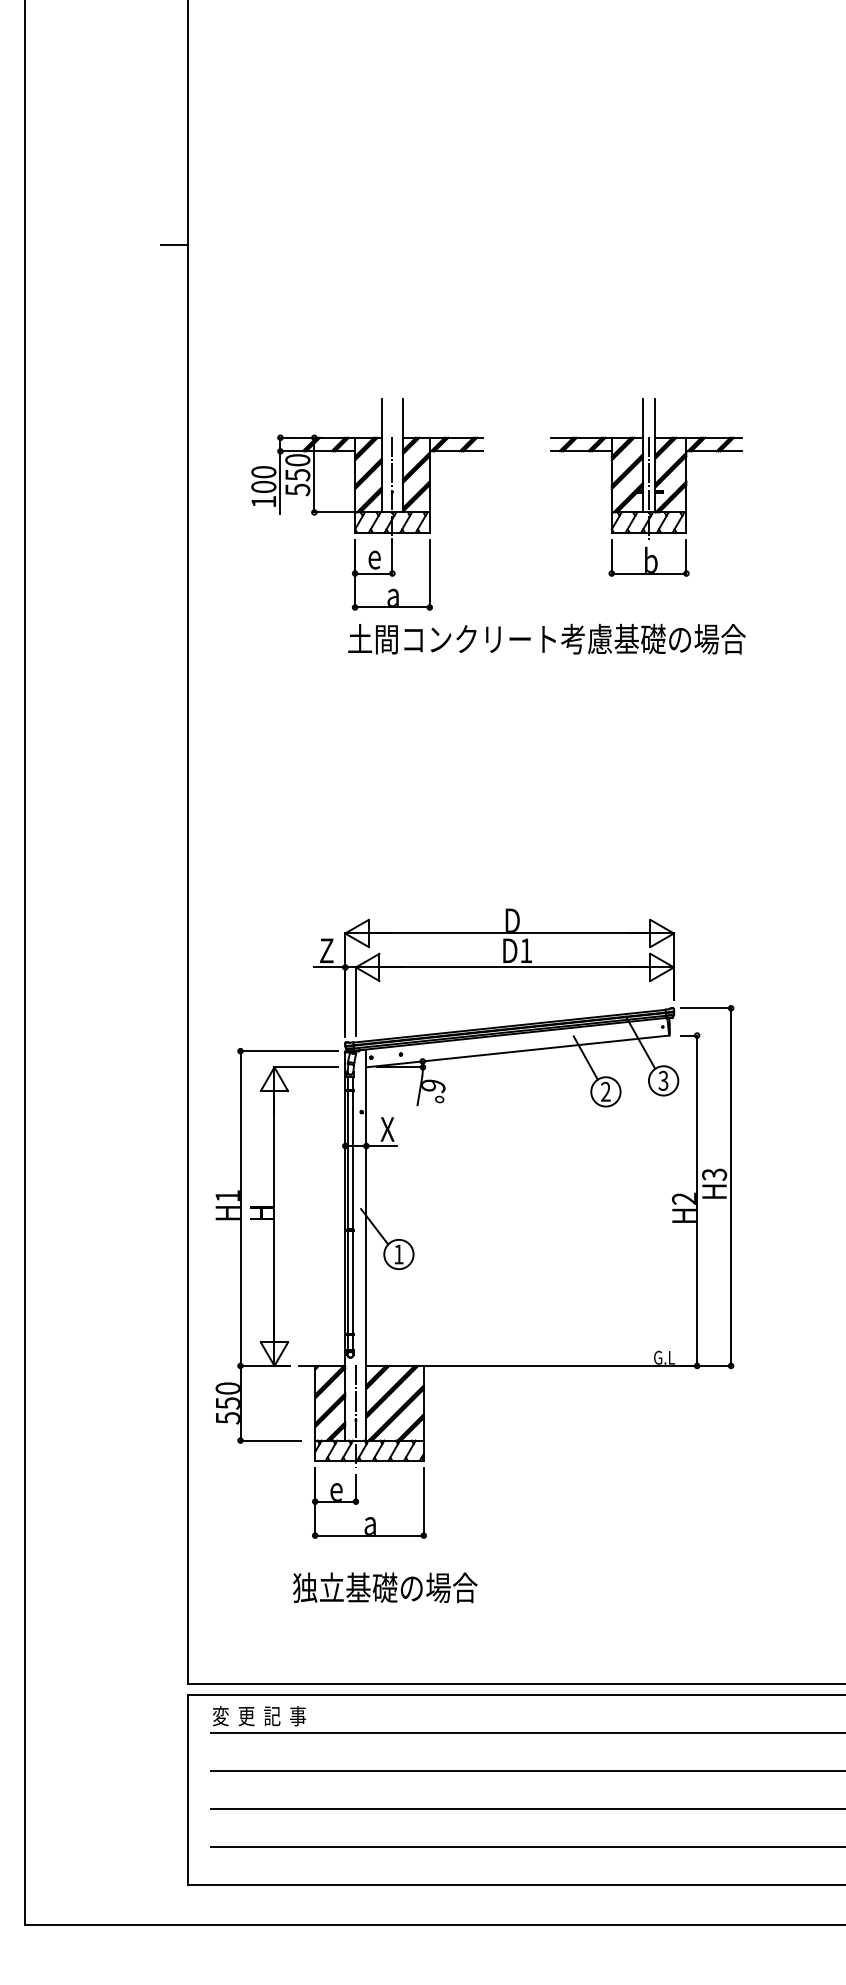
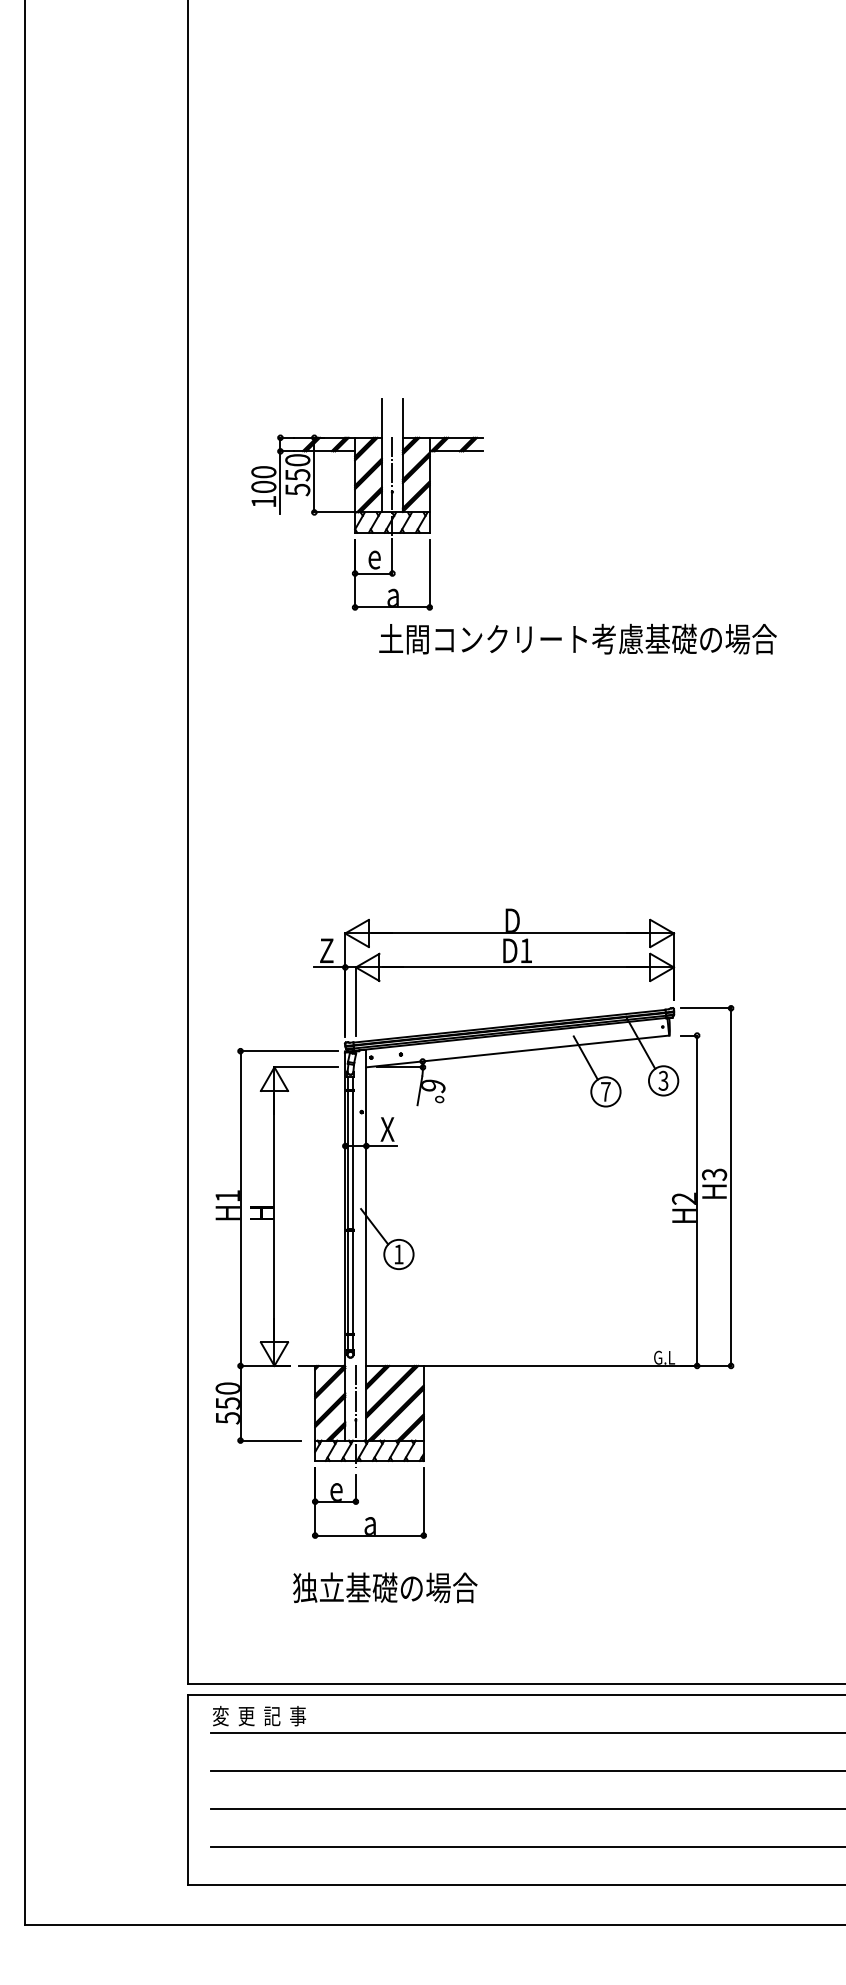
line at (174, 245): present -> none
part at (646, 487): present -> none
text at (546, 638) position: (546, 638) -> (577, 638)
text at (605, 1091): 2 -> 7
